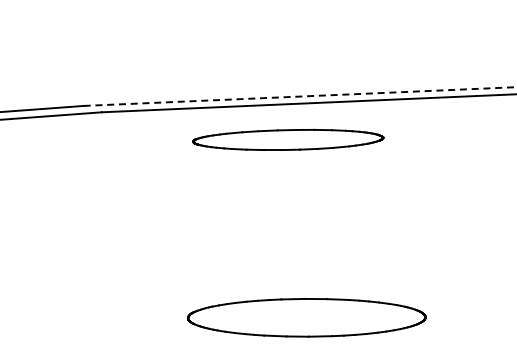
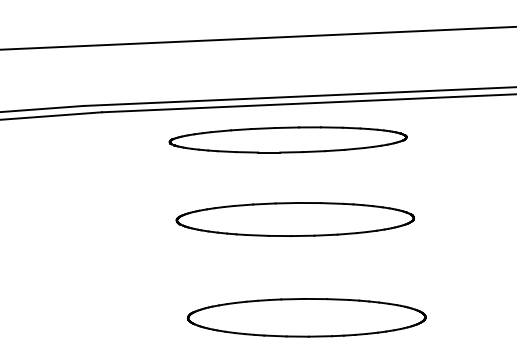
line at (257, 37): none -> present
line at (300, 96): dashed -> solid
part at (288, 139) size: 193x23 px -> 240x28 px
part at (294, 219): none -> present
